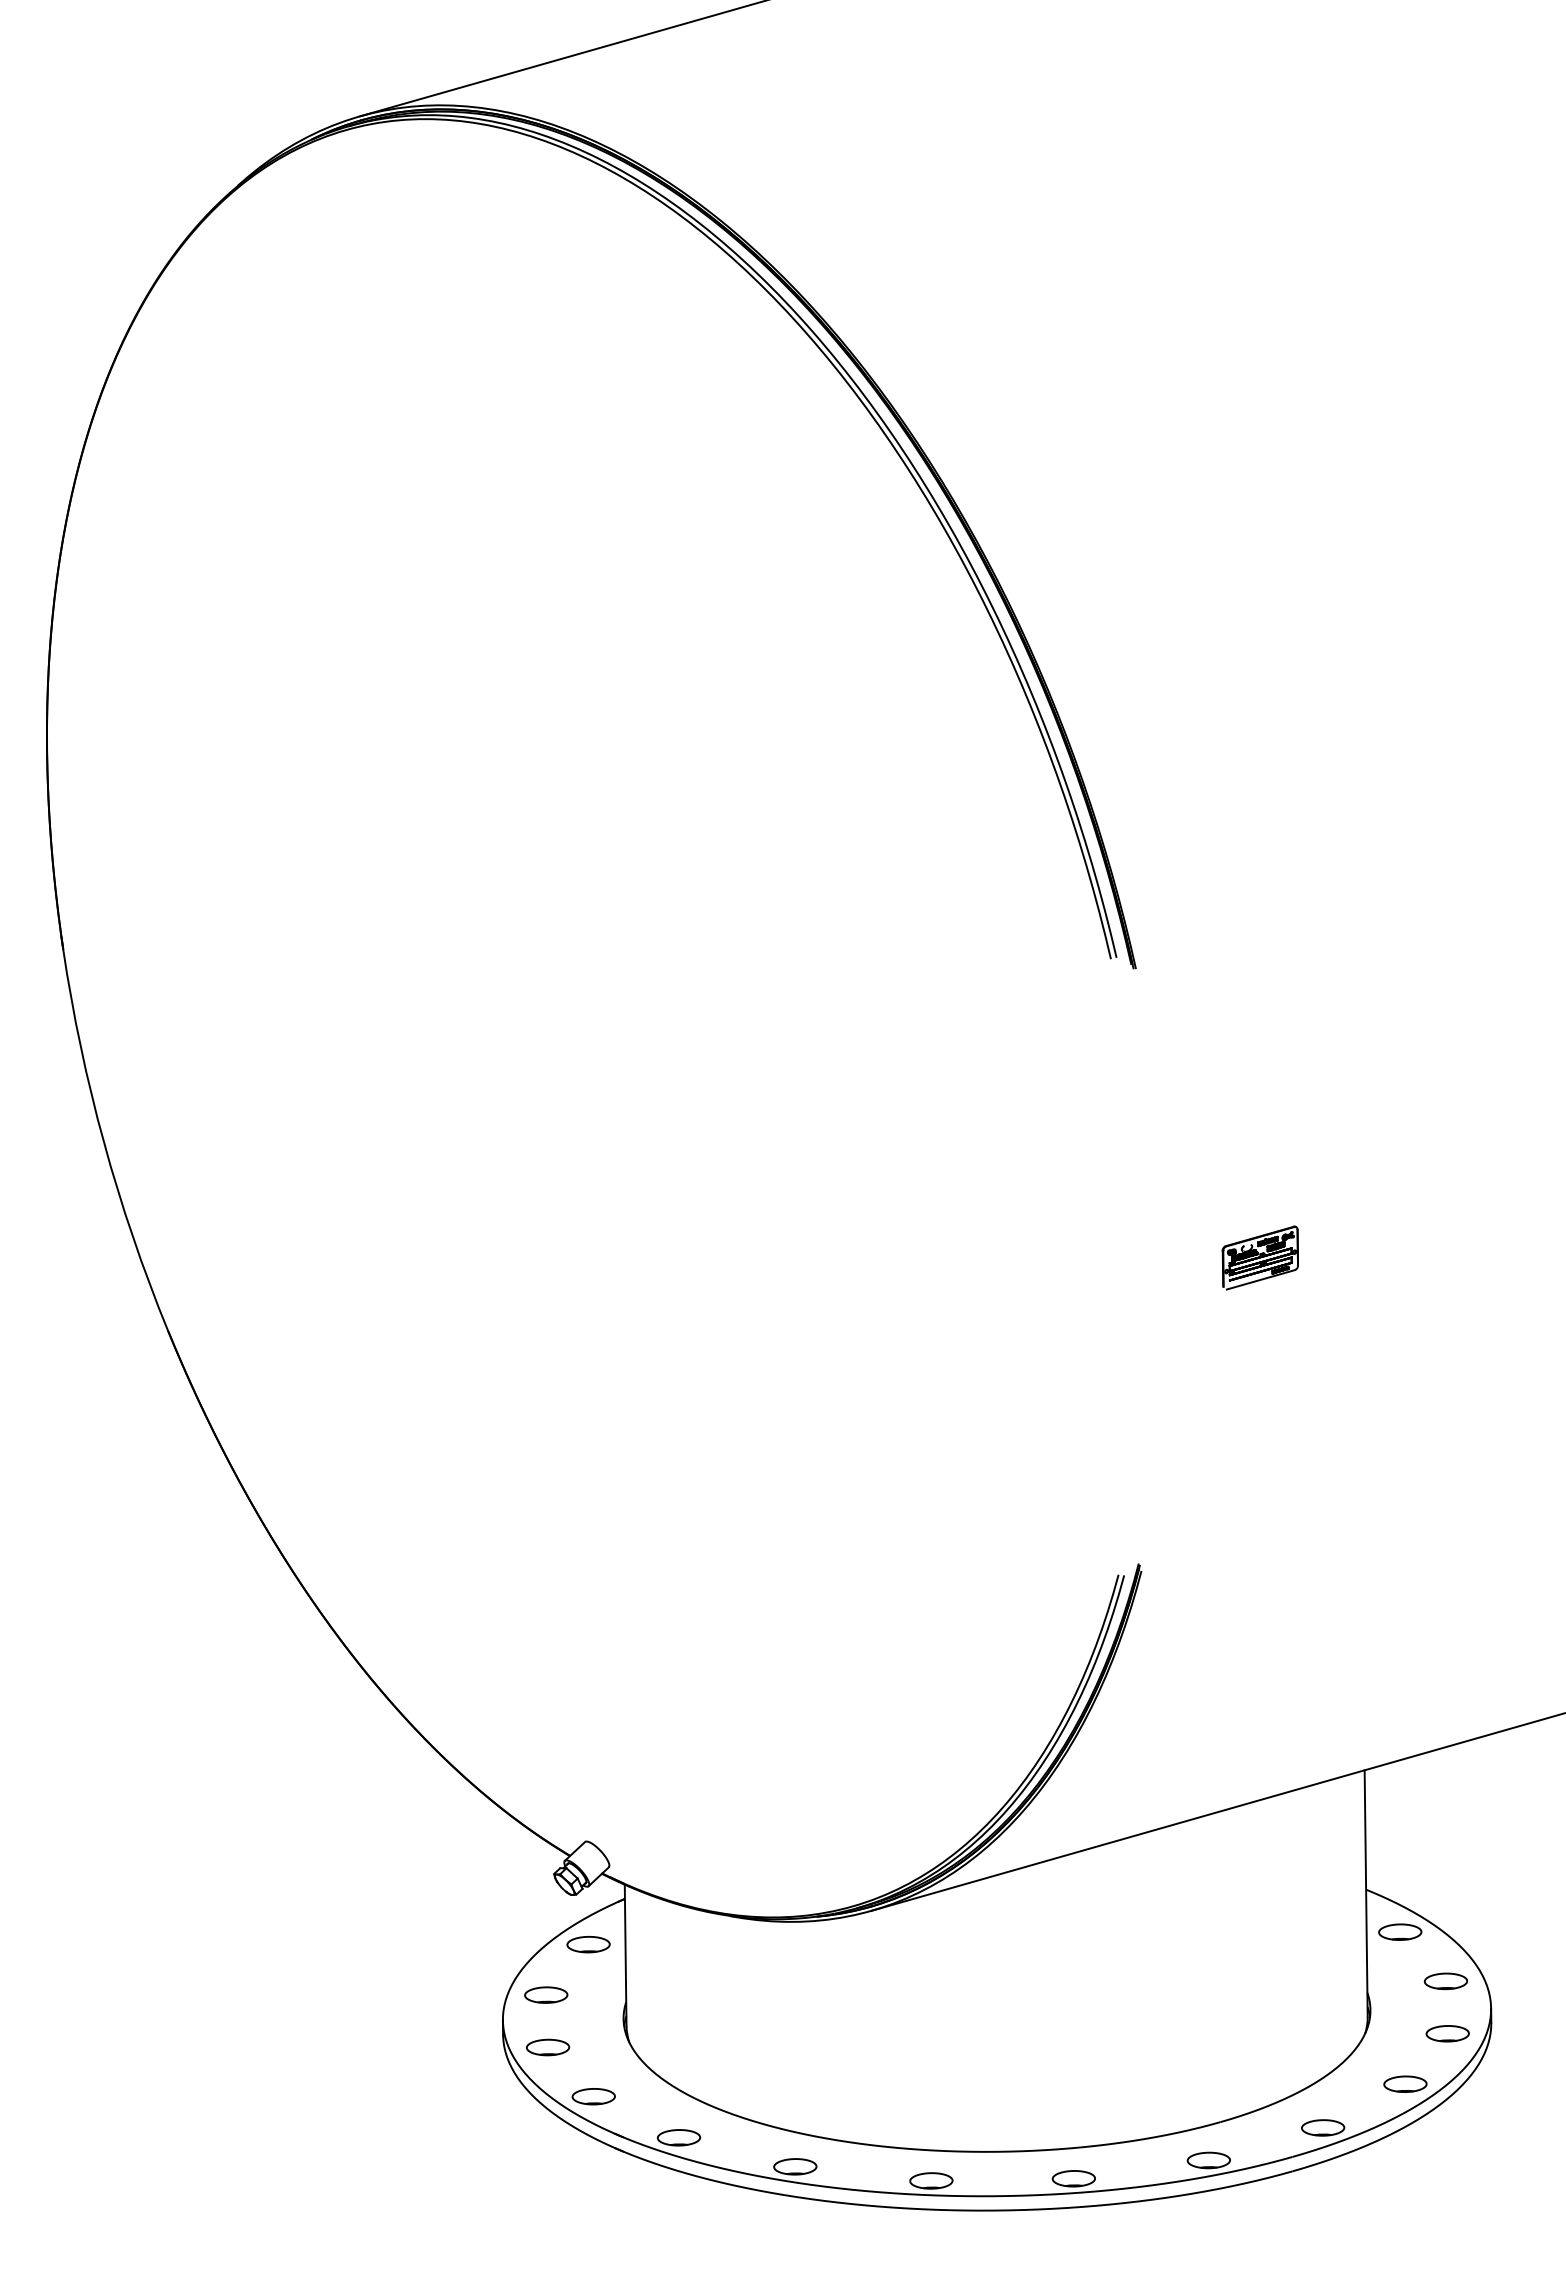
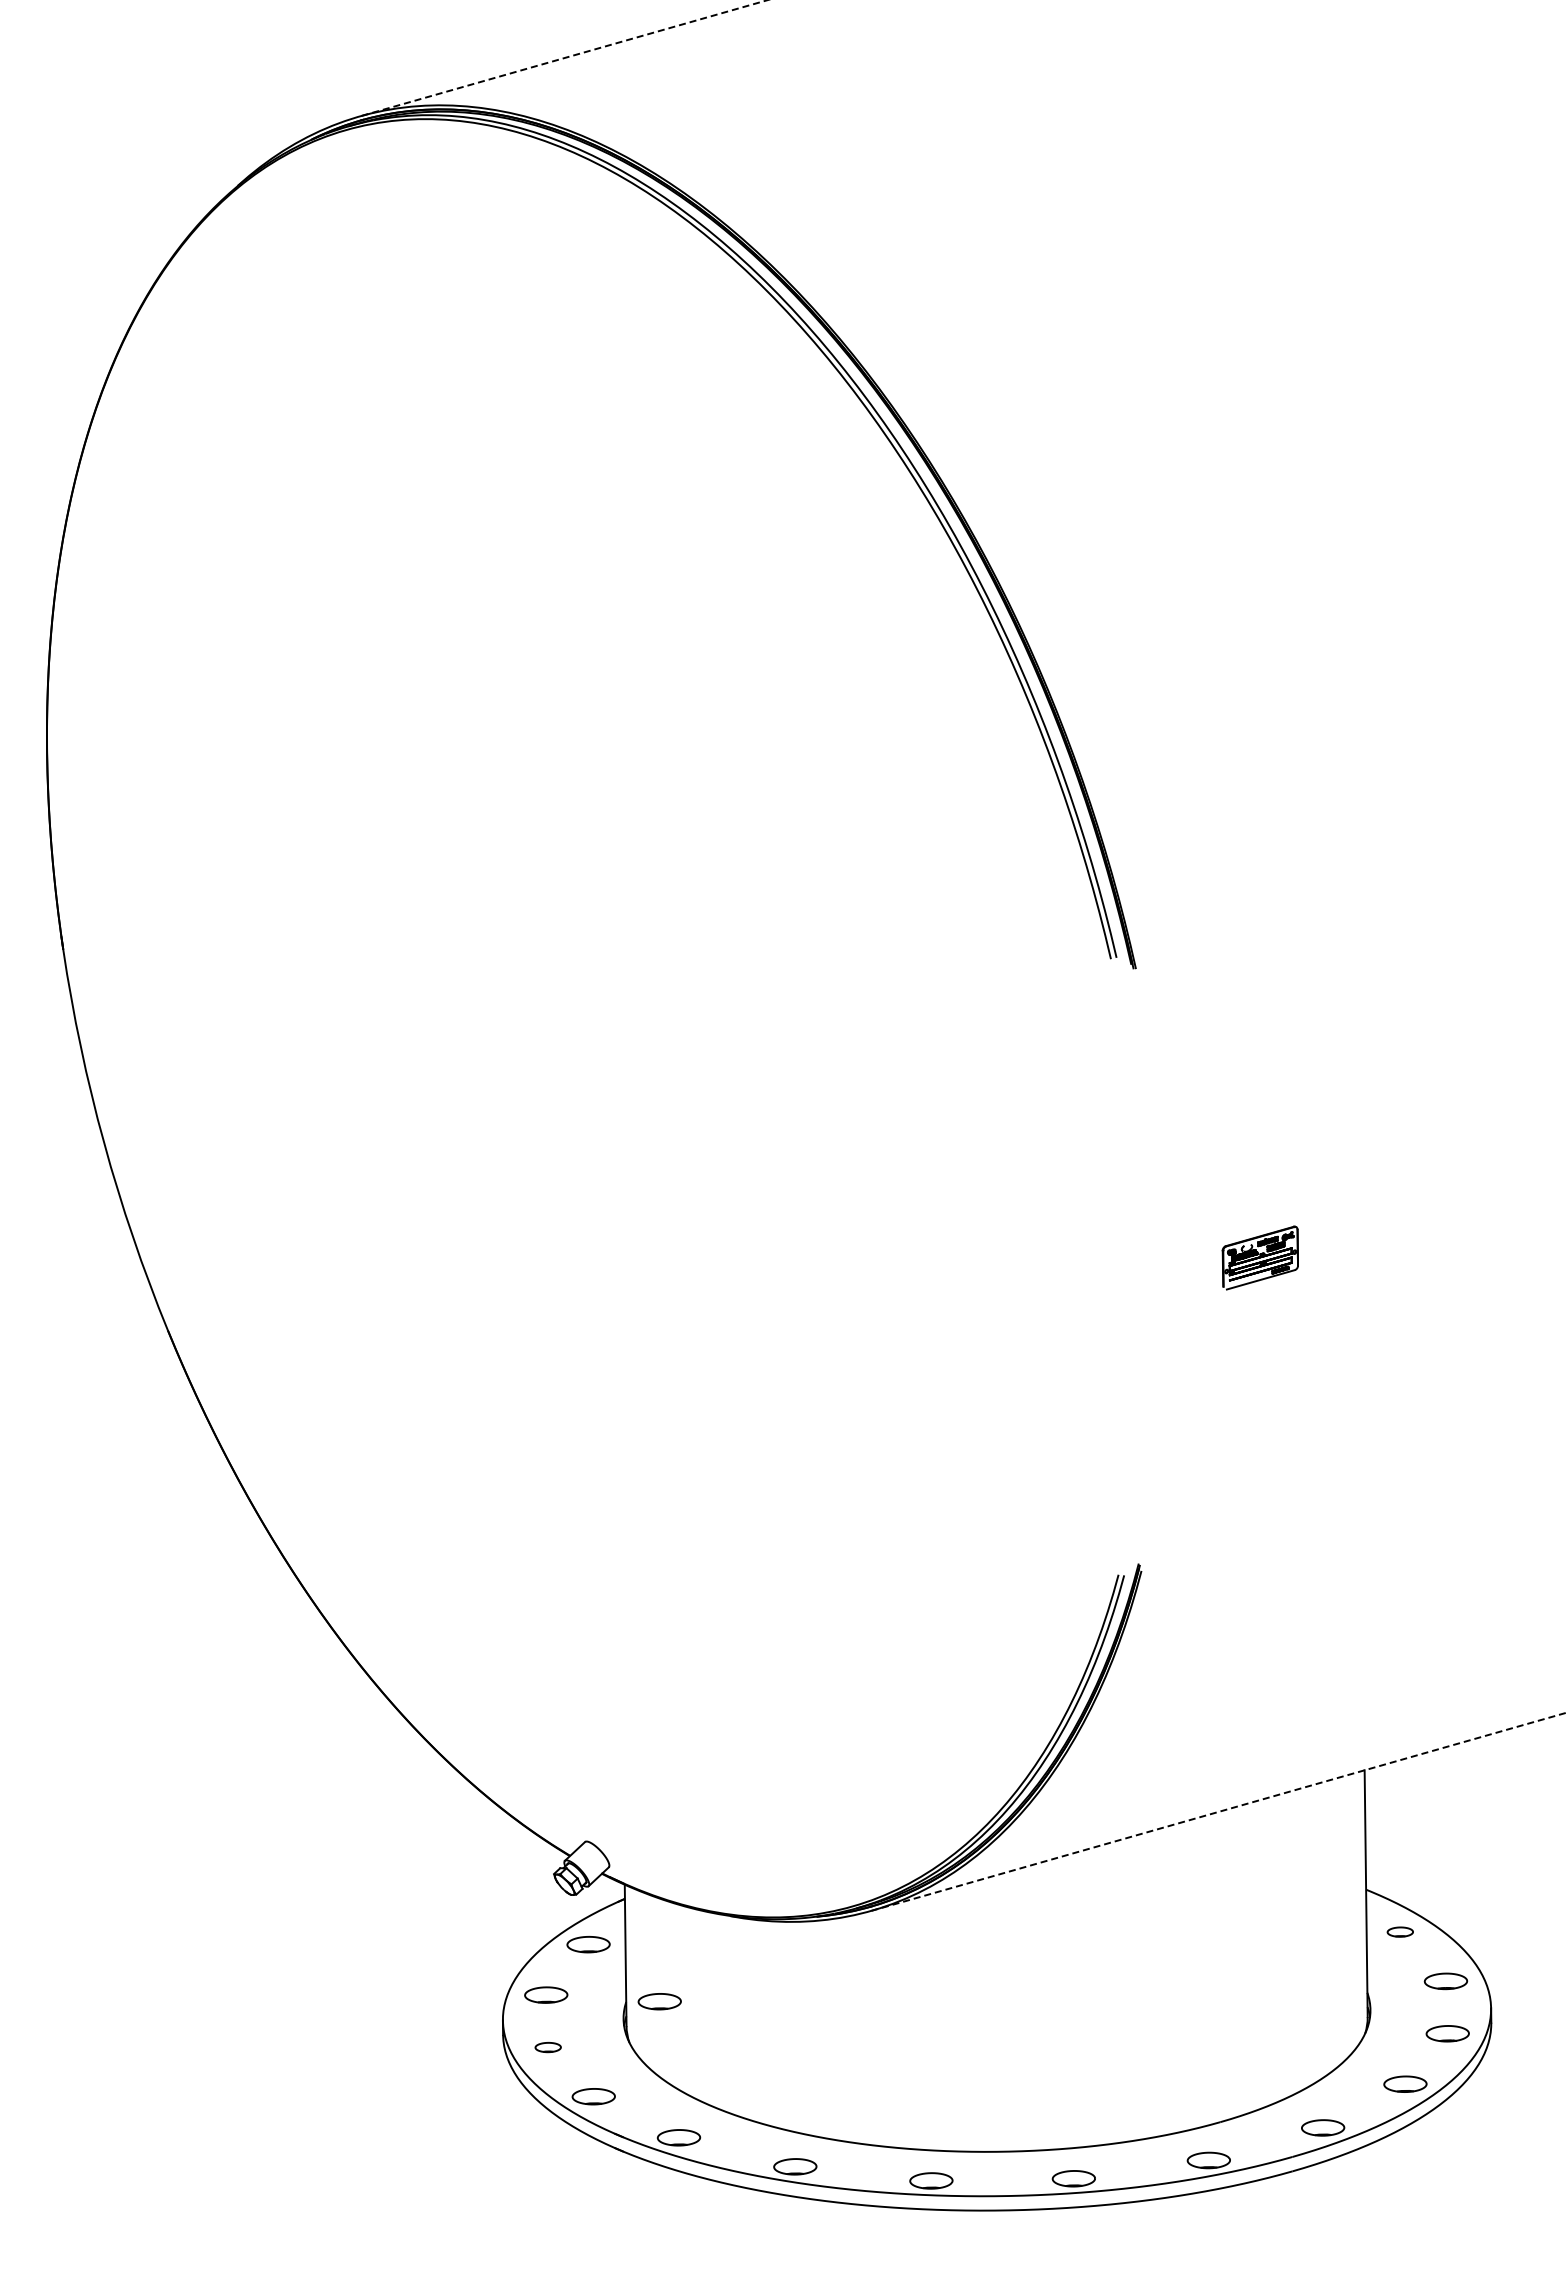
line at (563, 58): solid -> dashed
line at (1218, 1811): solid -> dashed
part at (1400, 1931) size: 45x18 px -> 28x12 px
part at (659, 2001): none -> present
part at (548, 2047) size: 45x19 px -> 28x12 px
